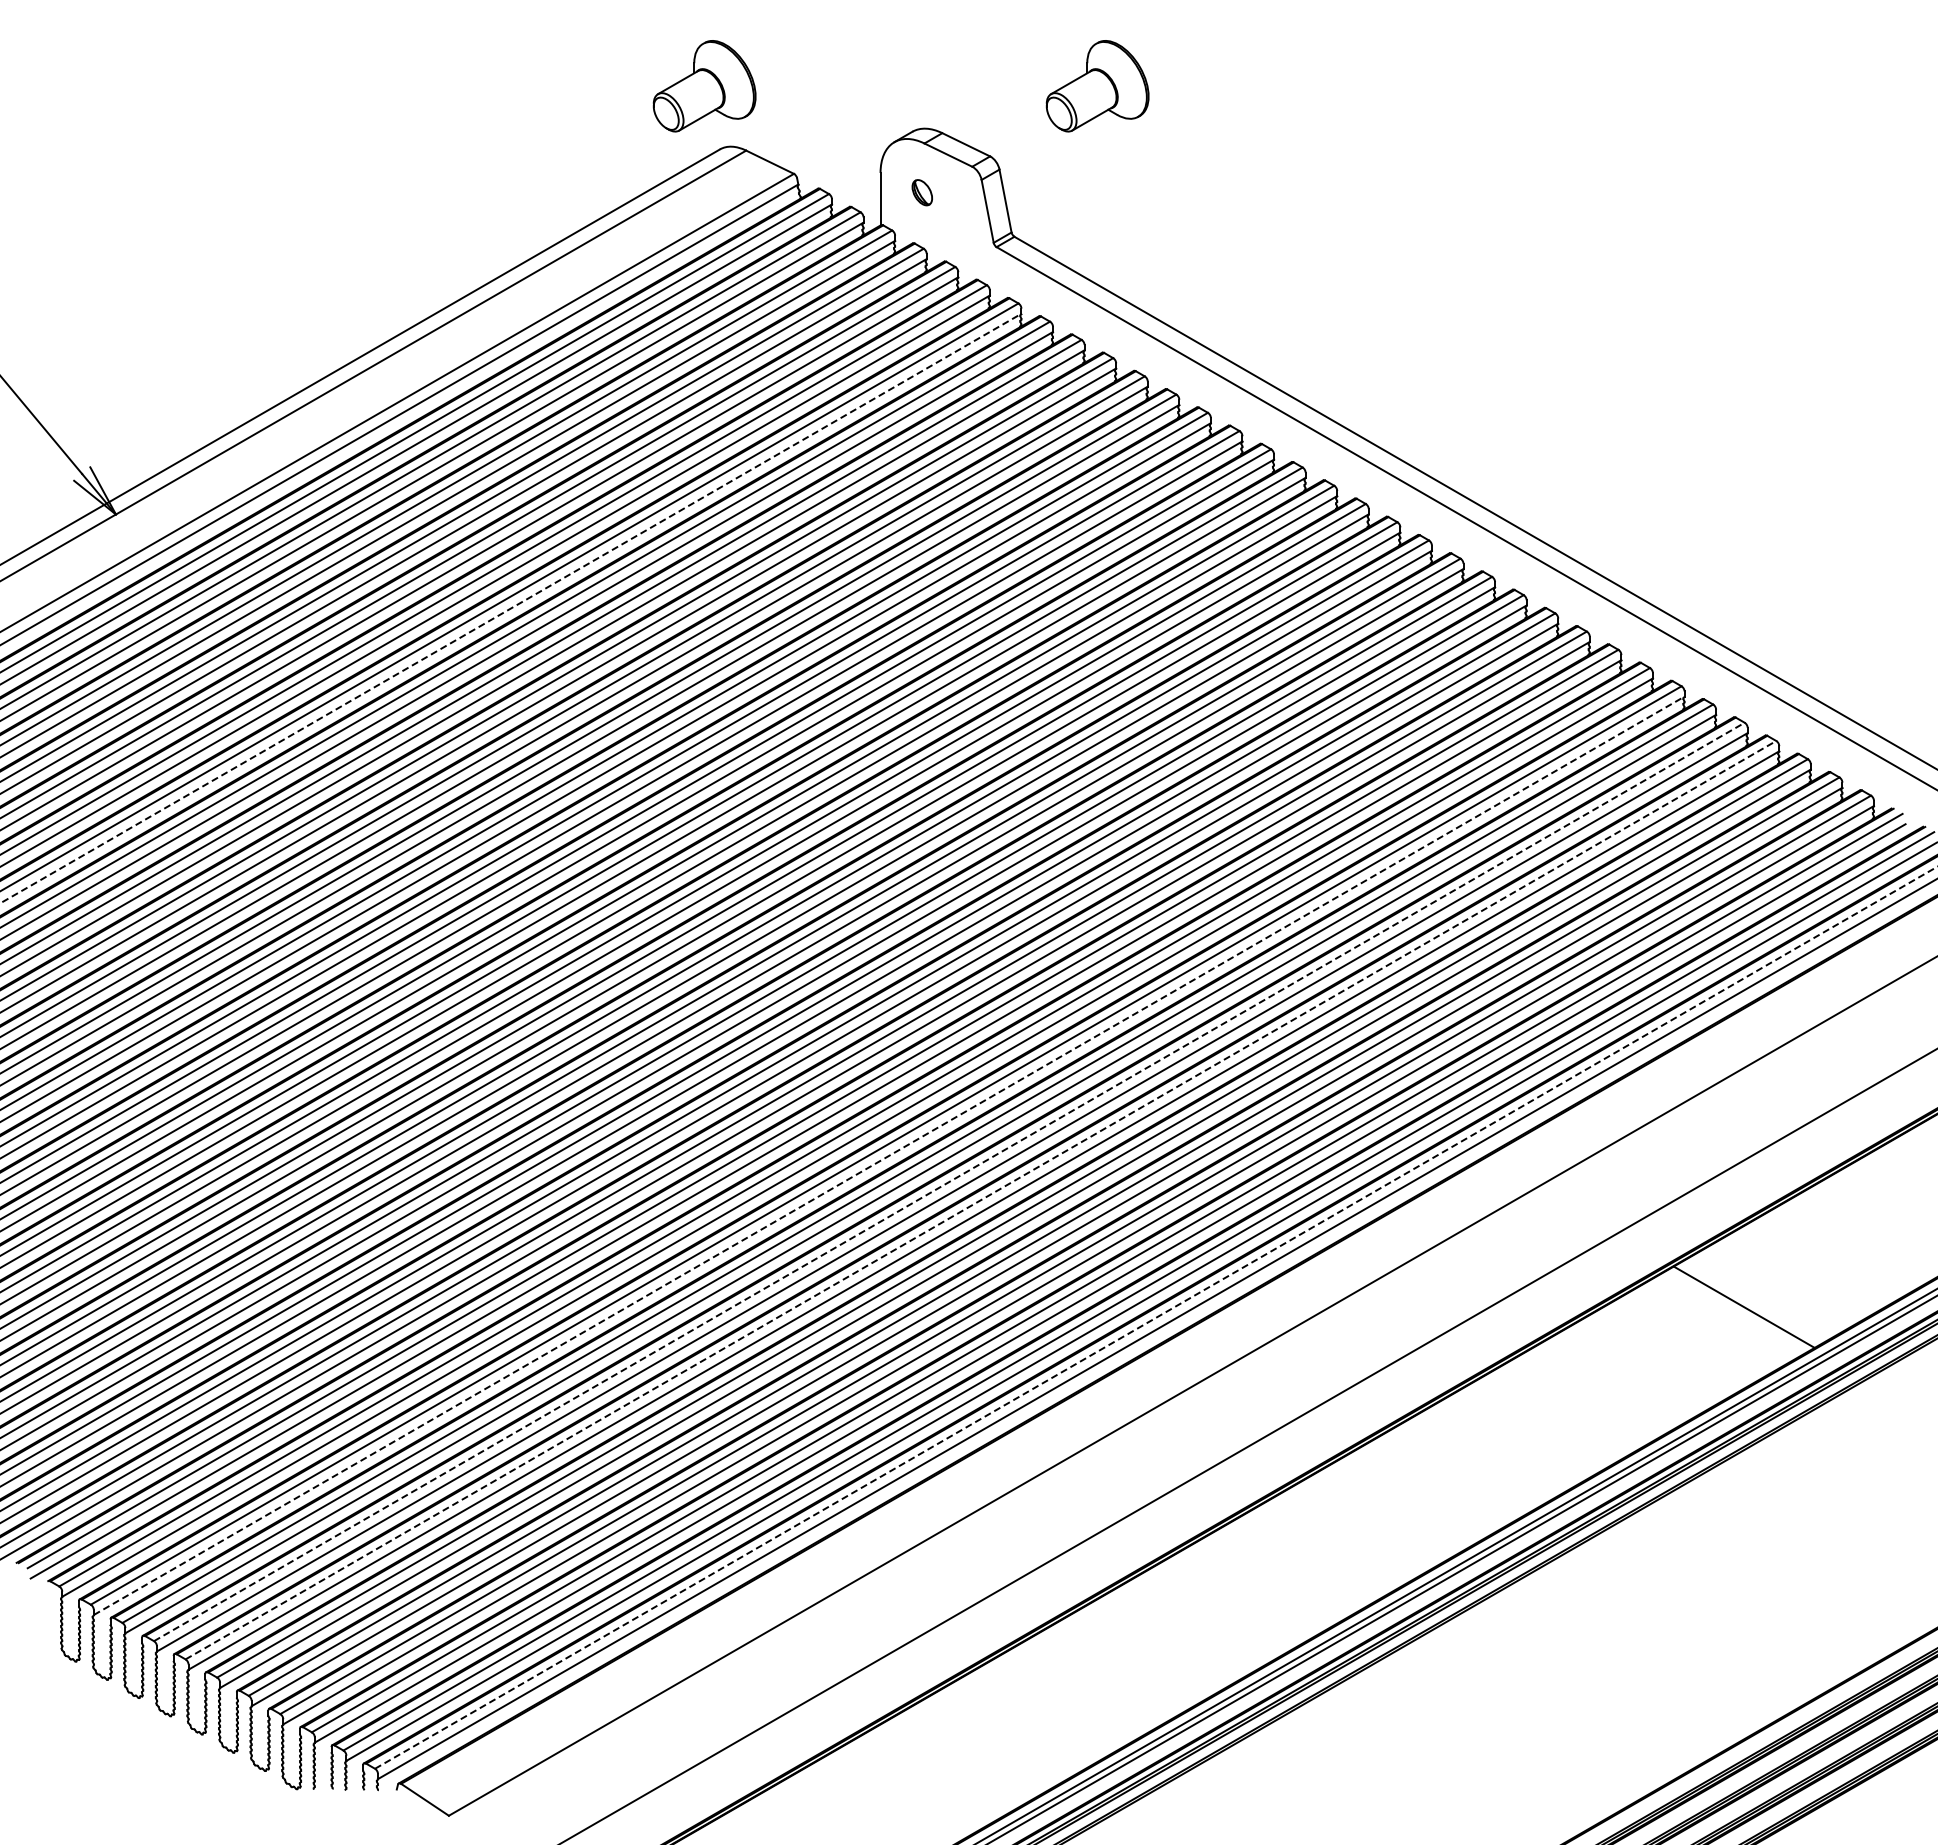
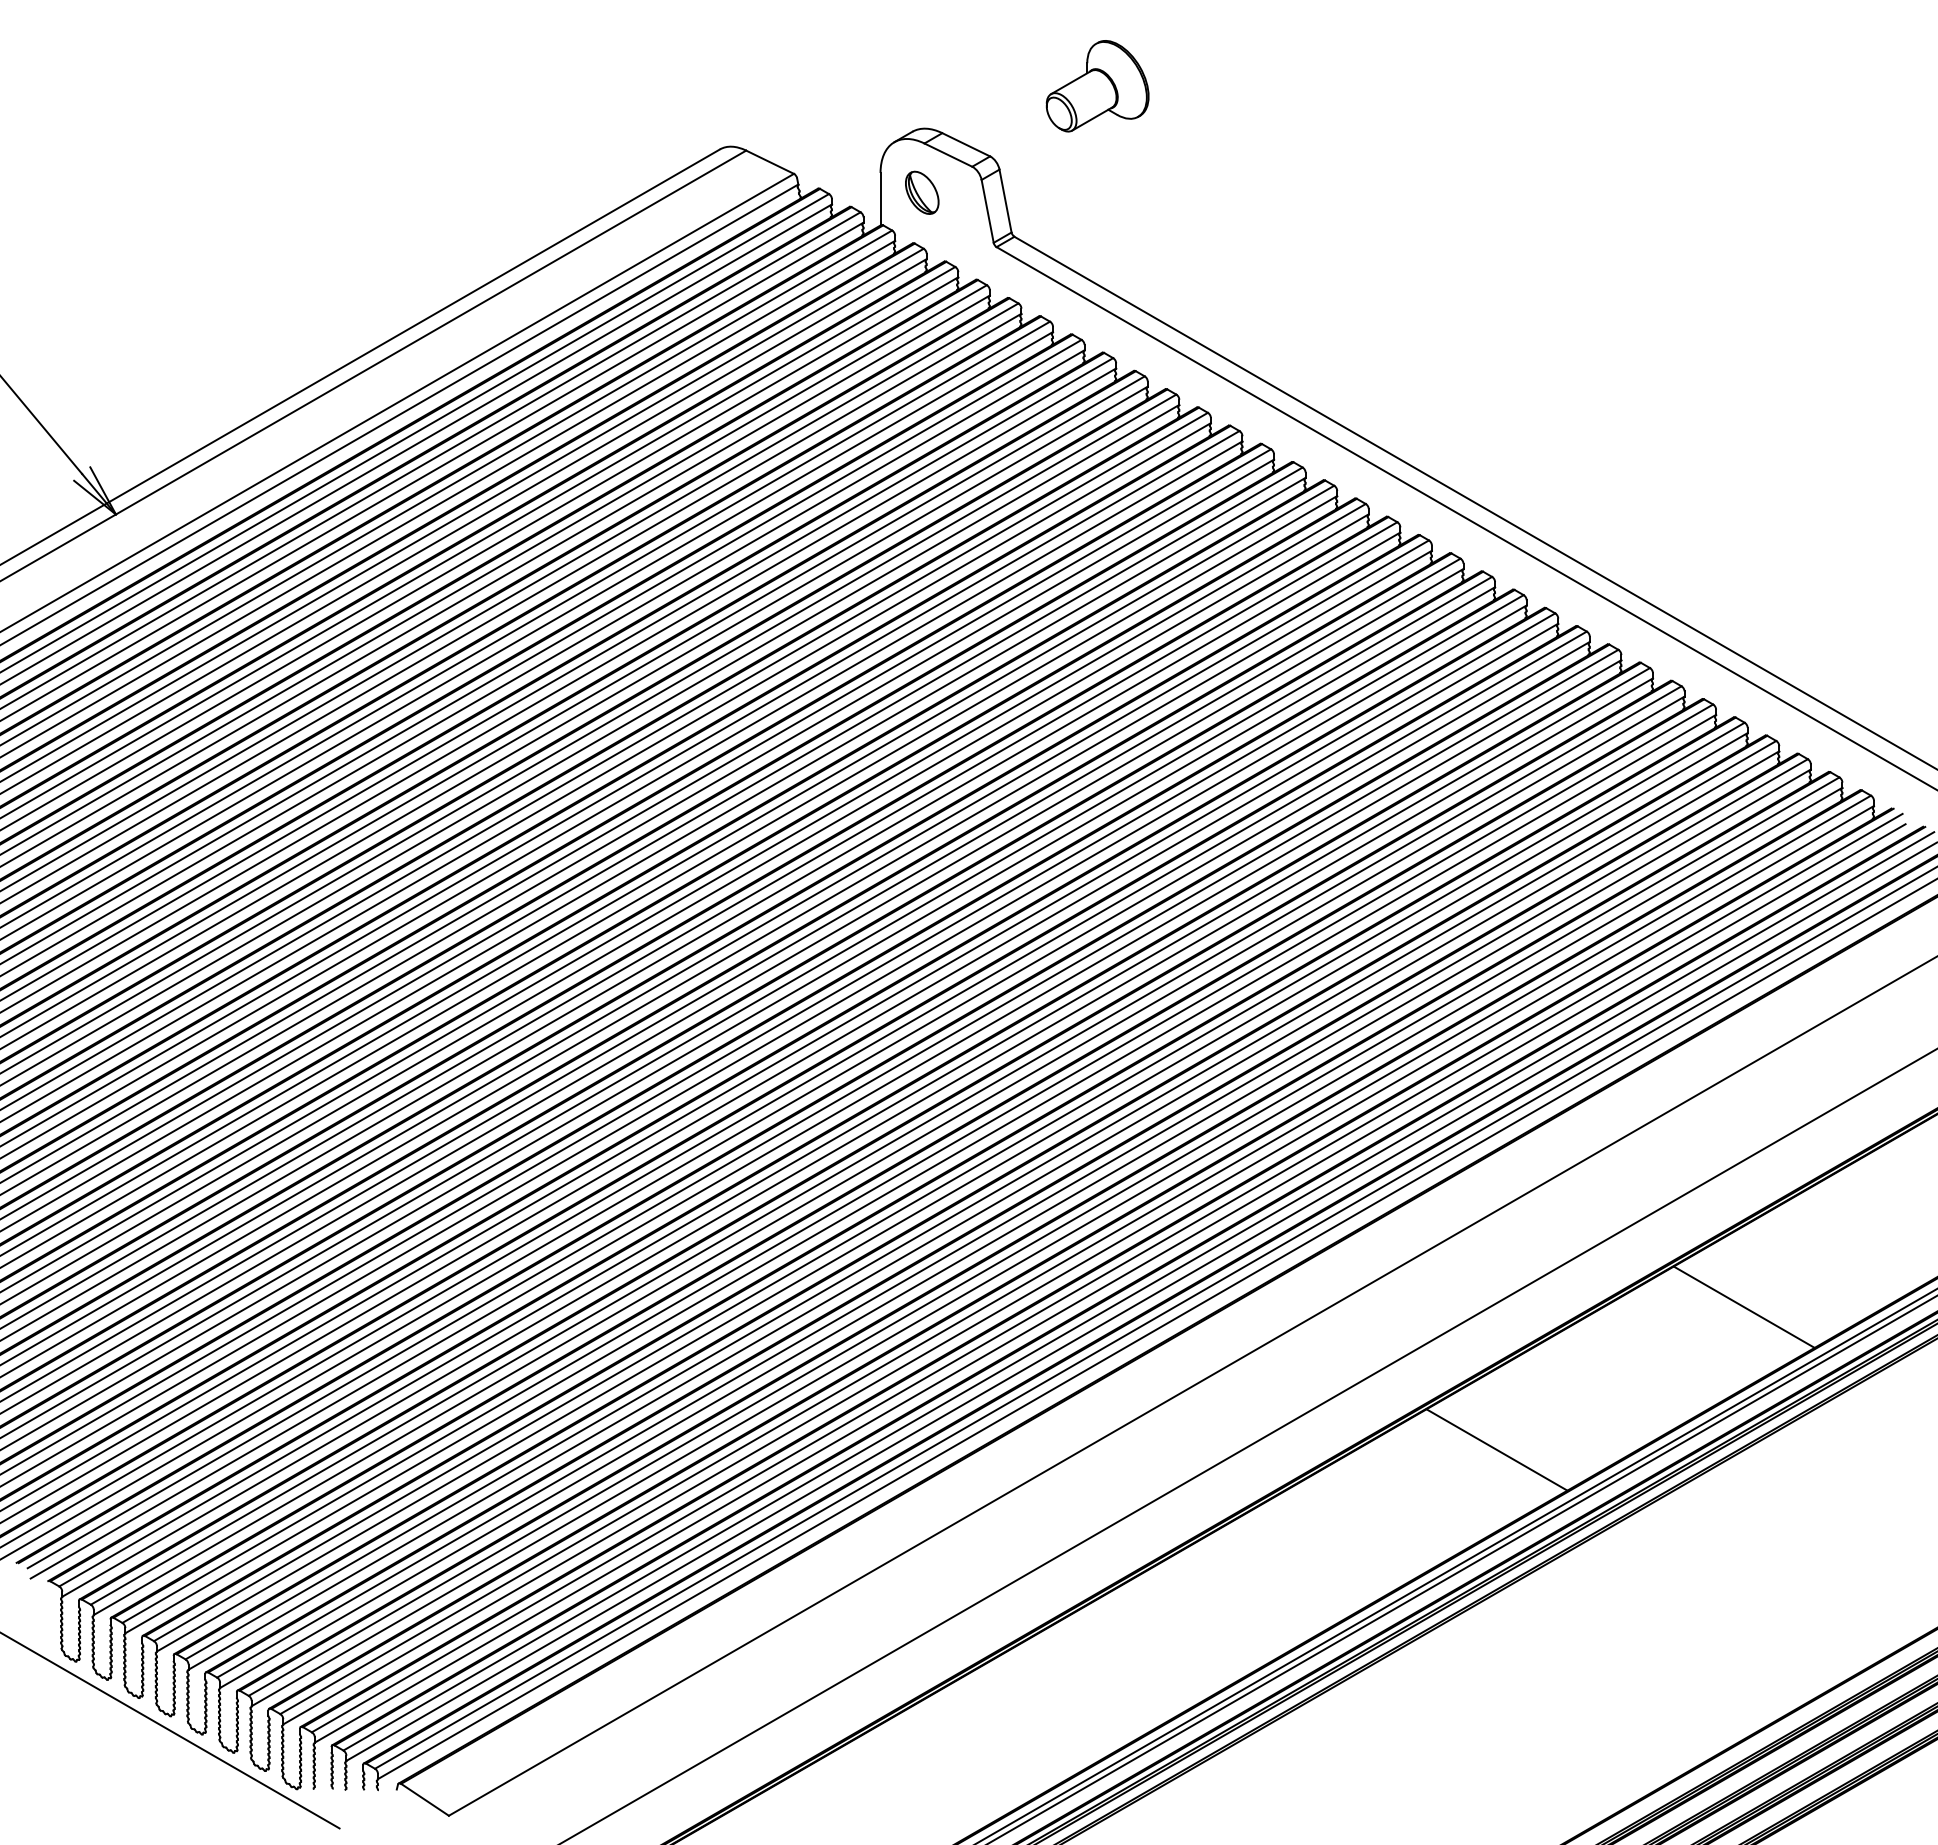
part at (704, 86): present -> none
part at (921, 192) size: 22x28 px -> 35x45 px
line at (511, 608): dashed -> solid
line at (889, 1155): dashed -> solid
line at (949, 1181): dashed -> solid
line at (981, 1199): dashed -> solid
line at (1156, 1317): dashed -> solid
line at (1496, 1449): none -> present
line at (170, 1730): none -> present
